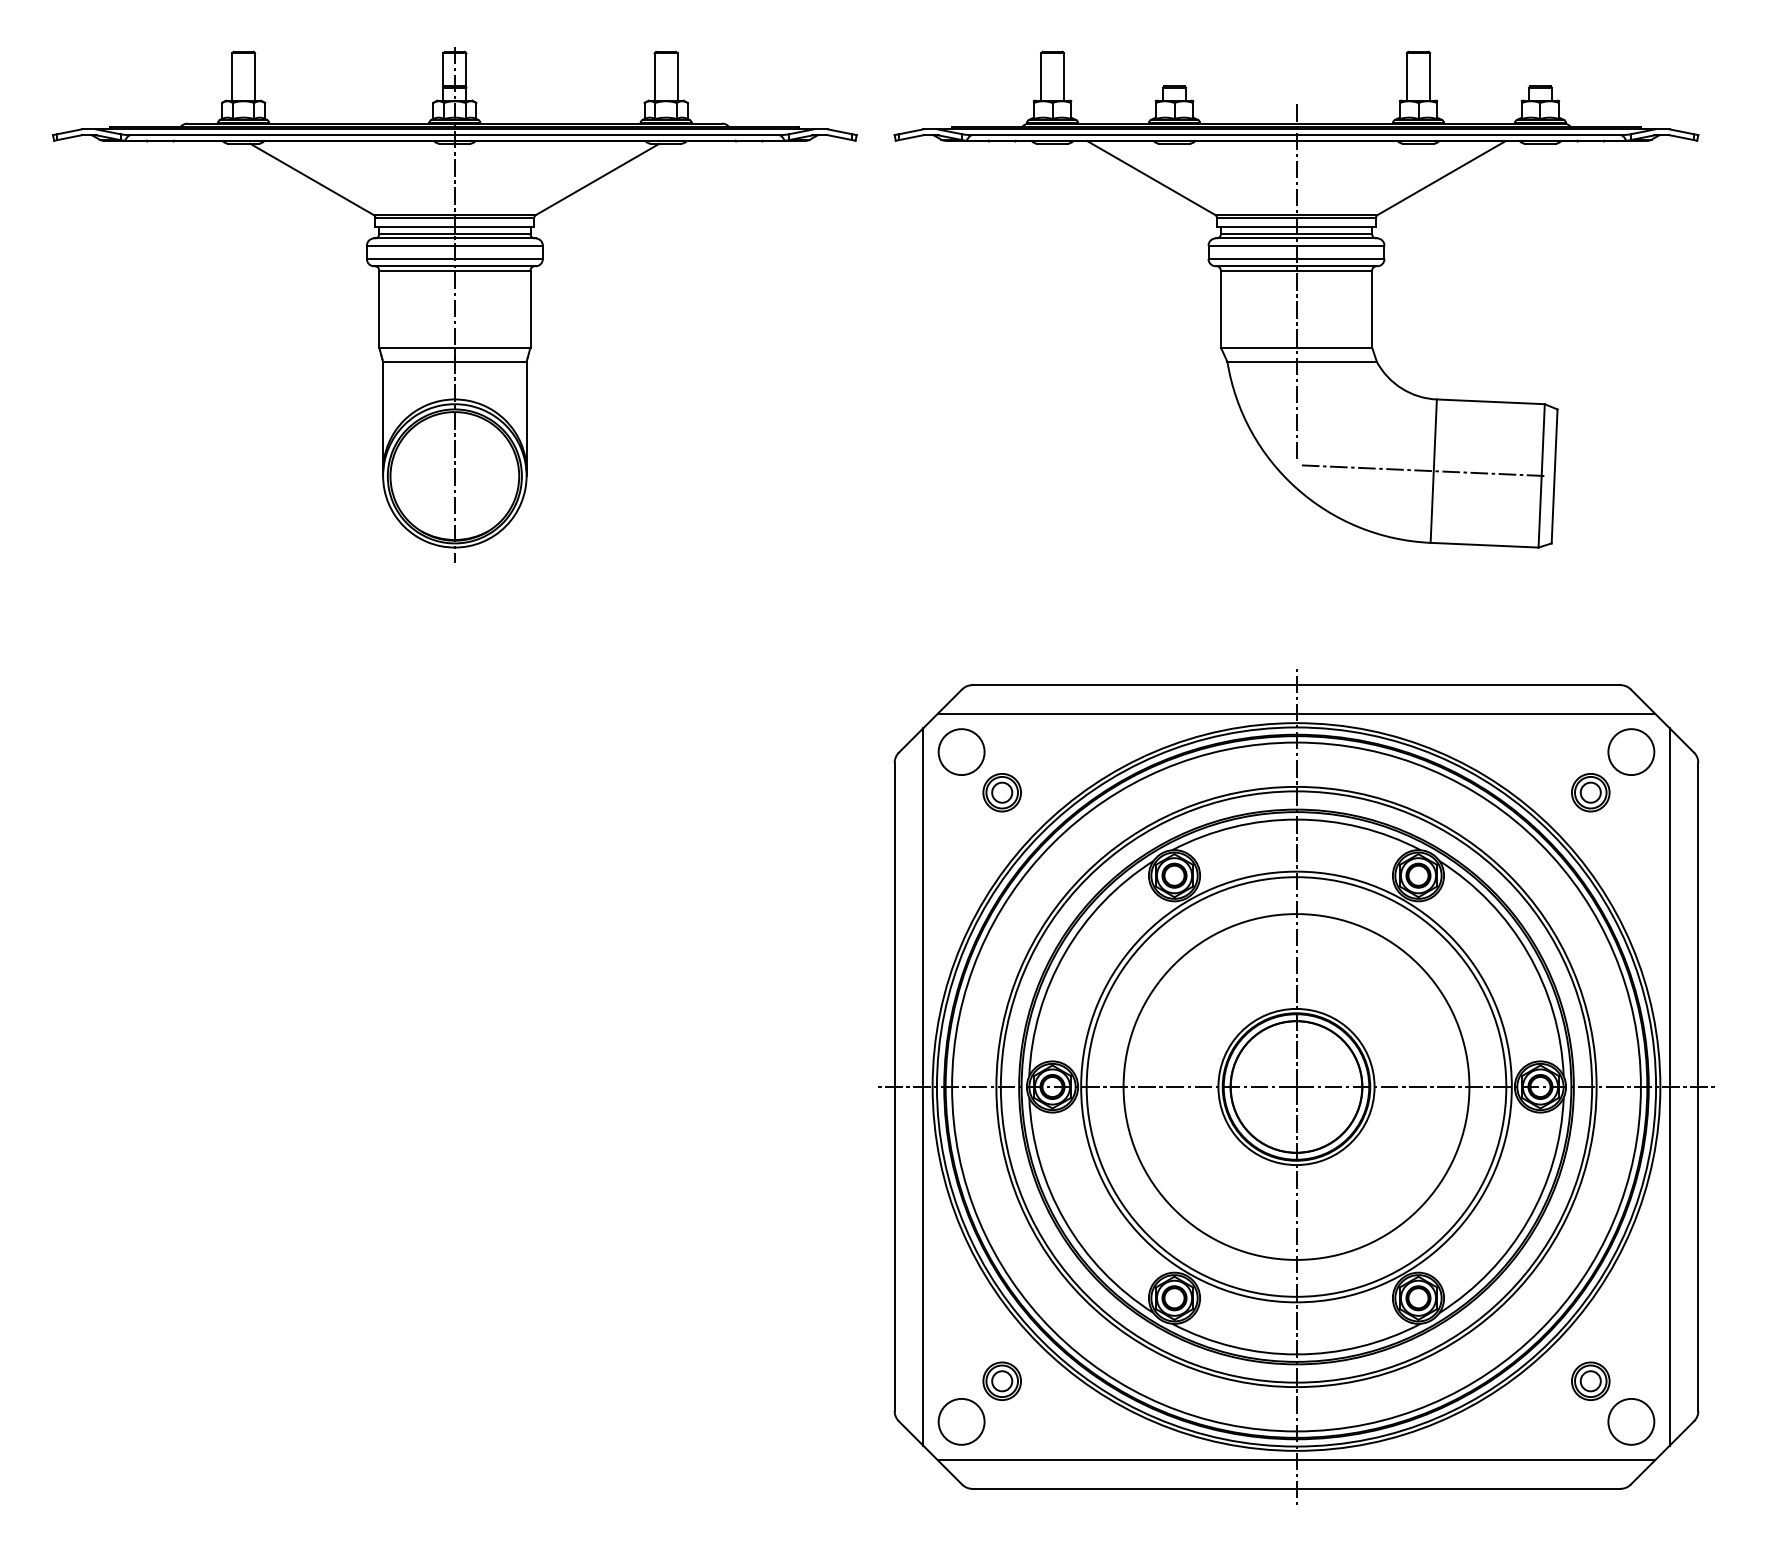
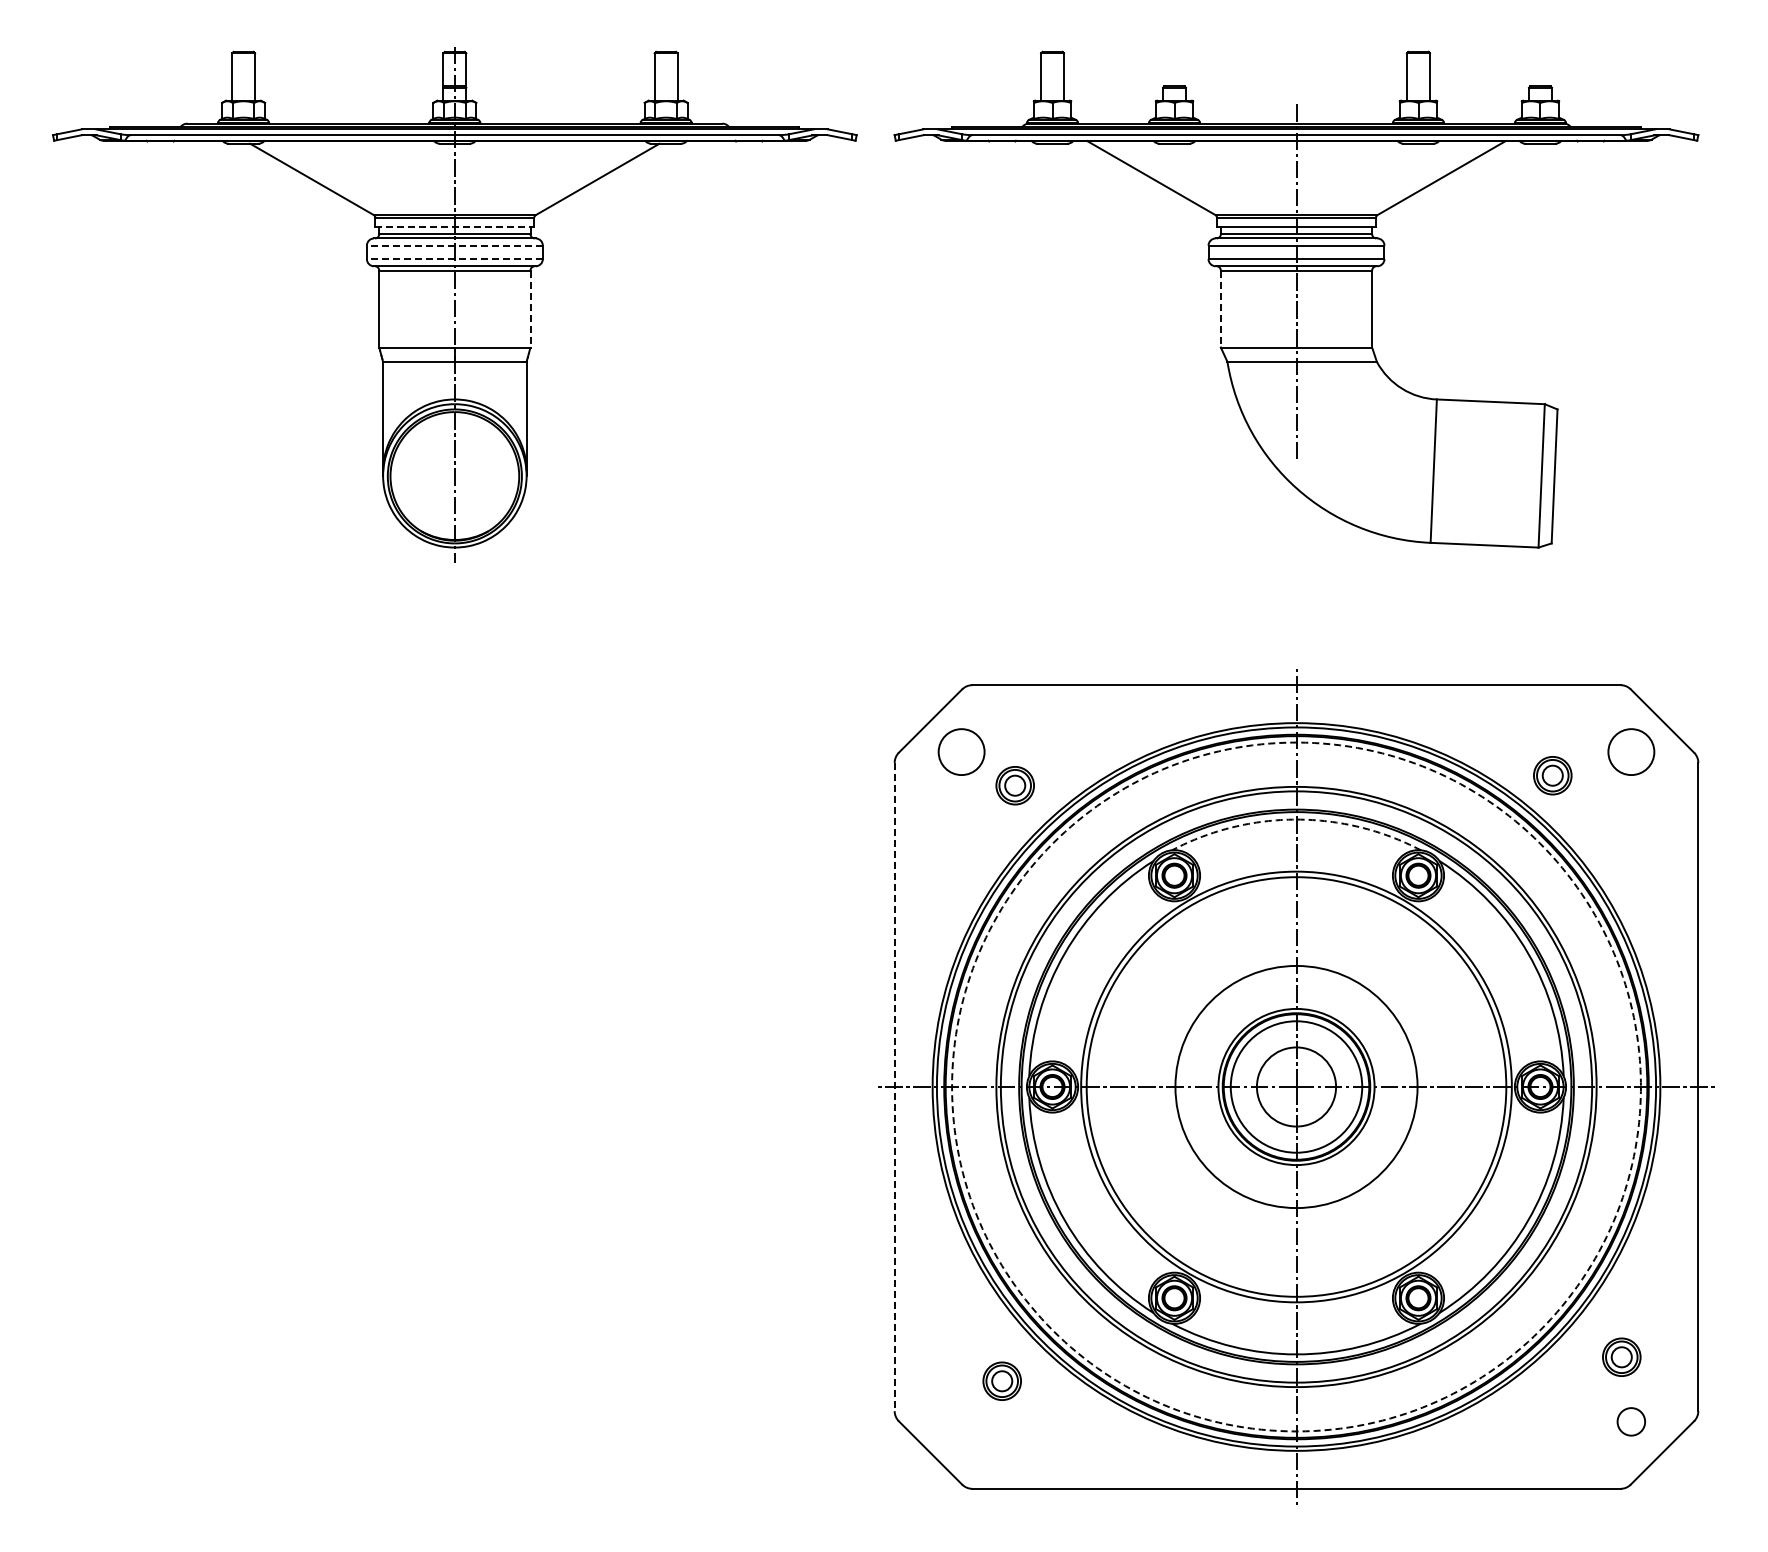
line at (454, 226): solid -> dashed
line at (454, 245): solid -> dashed
line at (454, 259): solid -> dashed
line at (530, 309): solid -> dashed
line at (1220, 309): solid -> dashed
line at (1424, 470): present -> none
line at (1296, 713): present -> none
part at (1001, 792) position: (1001, 792) -> (1014, 785)
part at (1590, 792) position: (1590, 792) -> (1552, 775)
arc at (1296, 819): solid -> dashed
line at (923, 1086): present -> none
circle at (1296, 1086) diameter: 132 px -> 79 px
circle at (1296, 1086) diameter: 346 px -> 242 px
circle at (1296, 1086): solid -> dashed
line at (1669, 1086): present -> none
line at (894, 1087): solid -> dashed
part at (1590, 1380) position: (1590, 1380) -> (1621, 1356)
circle at (961, 1421): present -> none
circle at (1631, 1421) diameter: 46 px -> 28 px
line at (1296, 1460): present -> none
